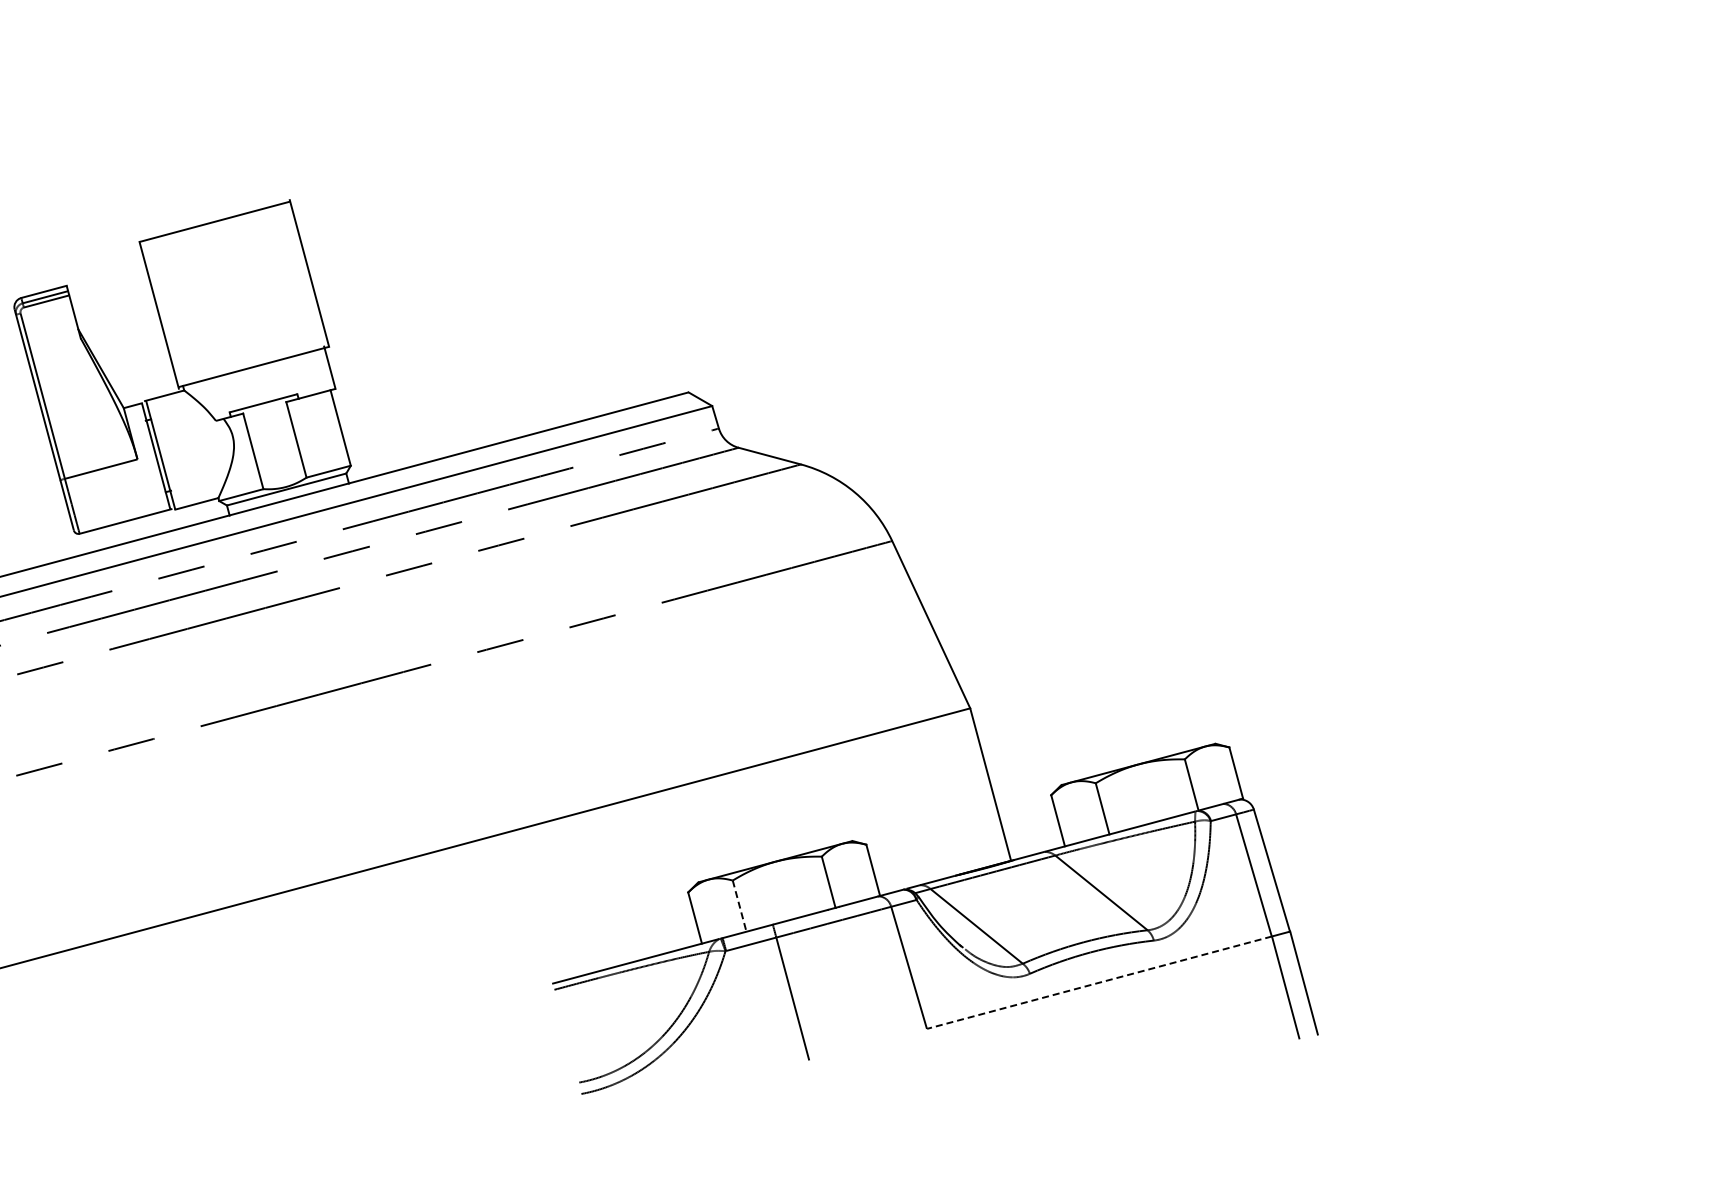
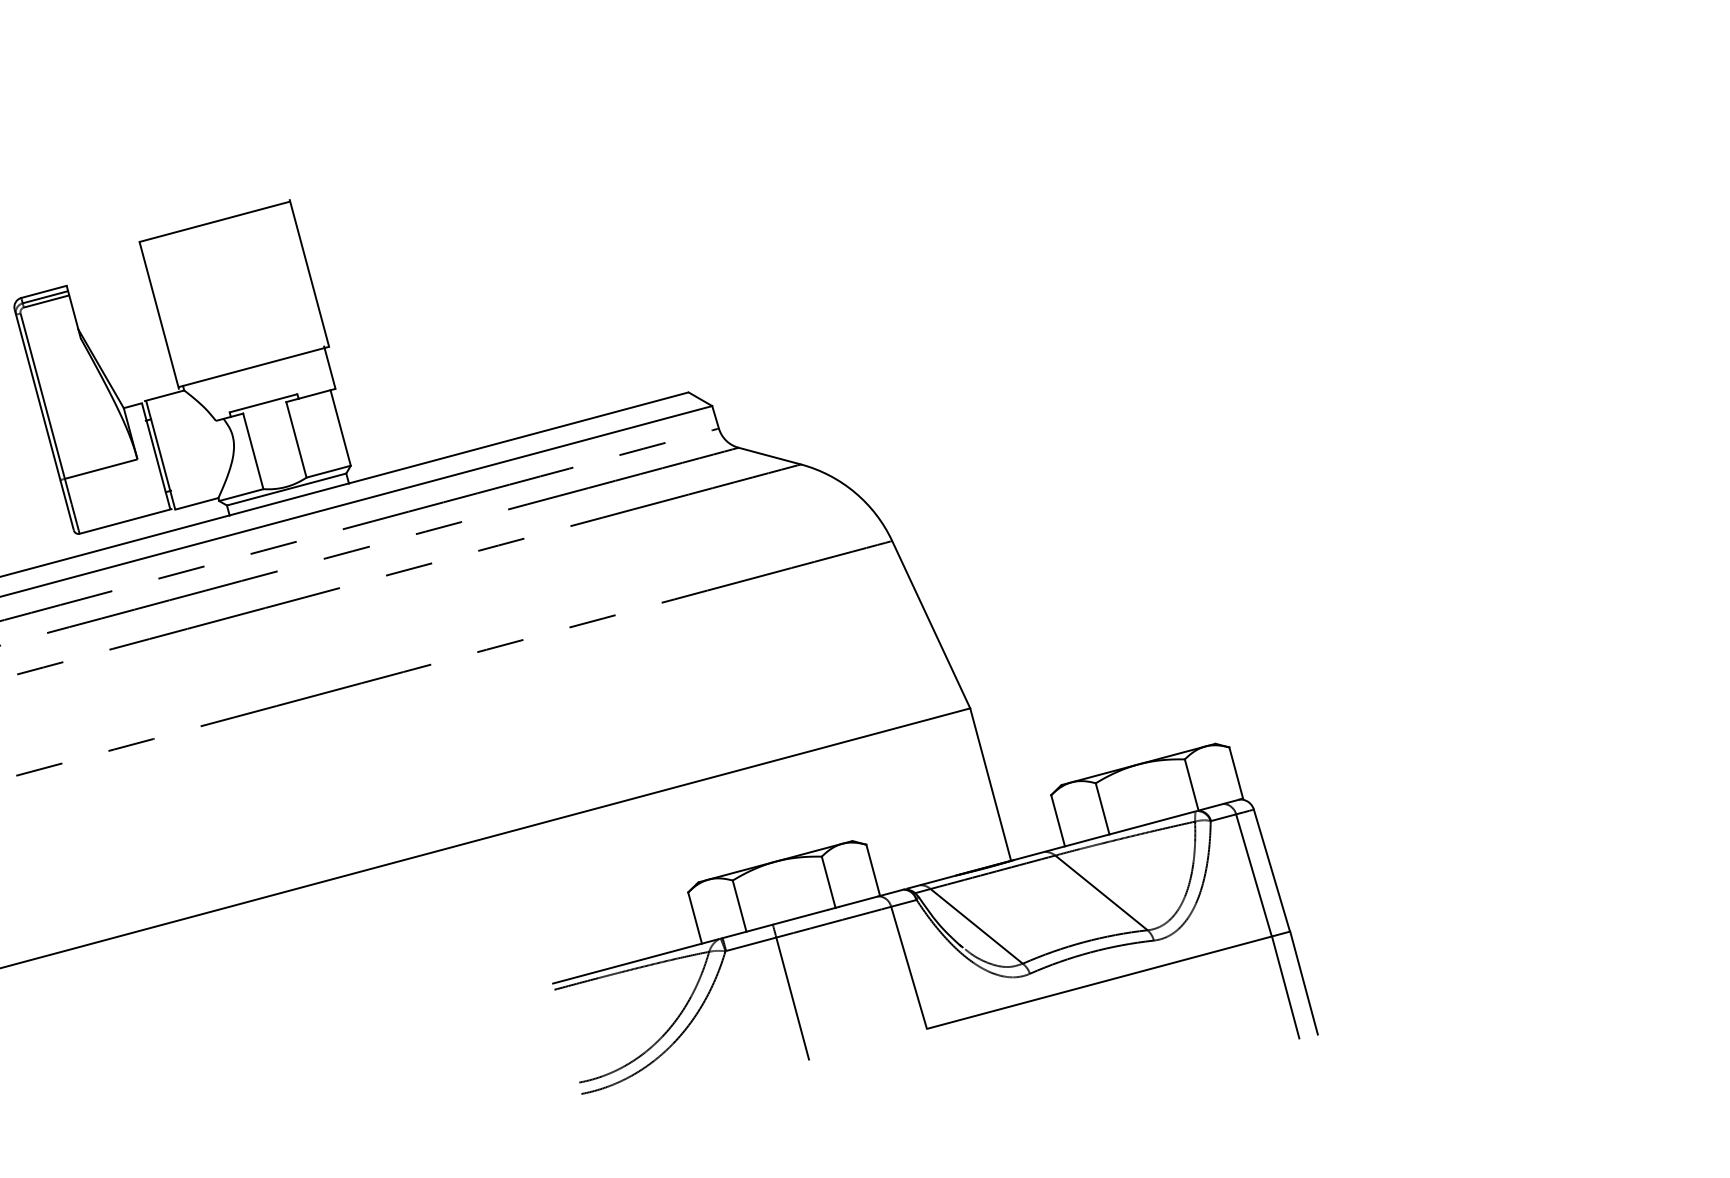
line at (739, 906): dashed -> solid
line at (1099, 982): dashed -> solid
